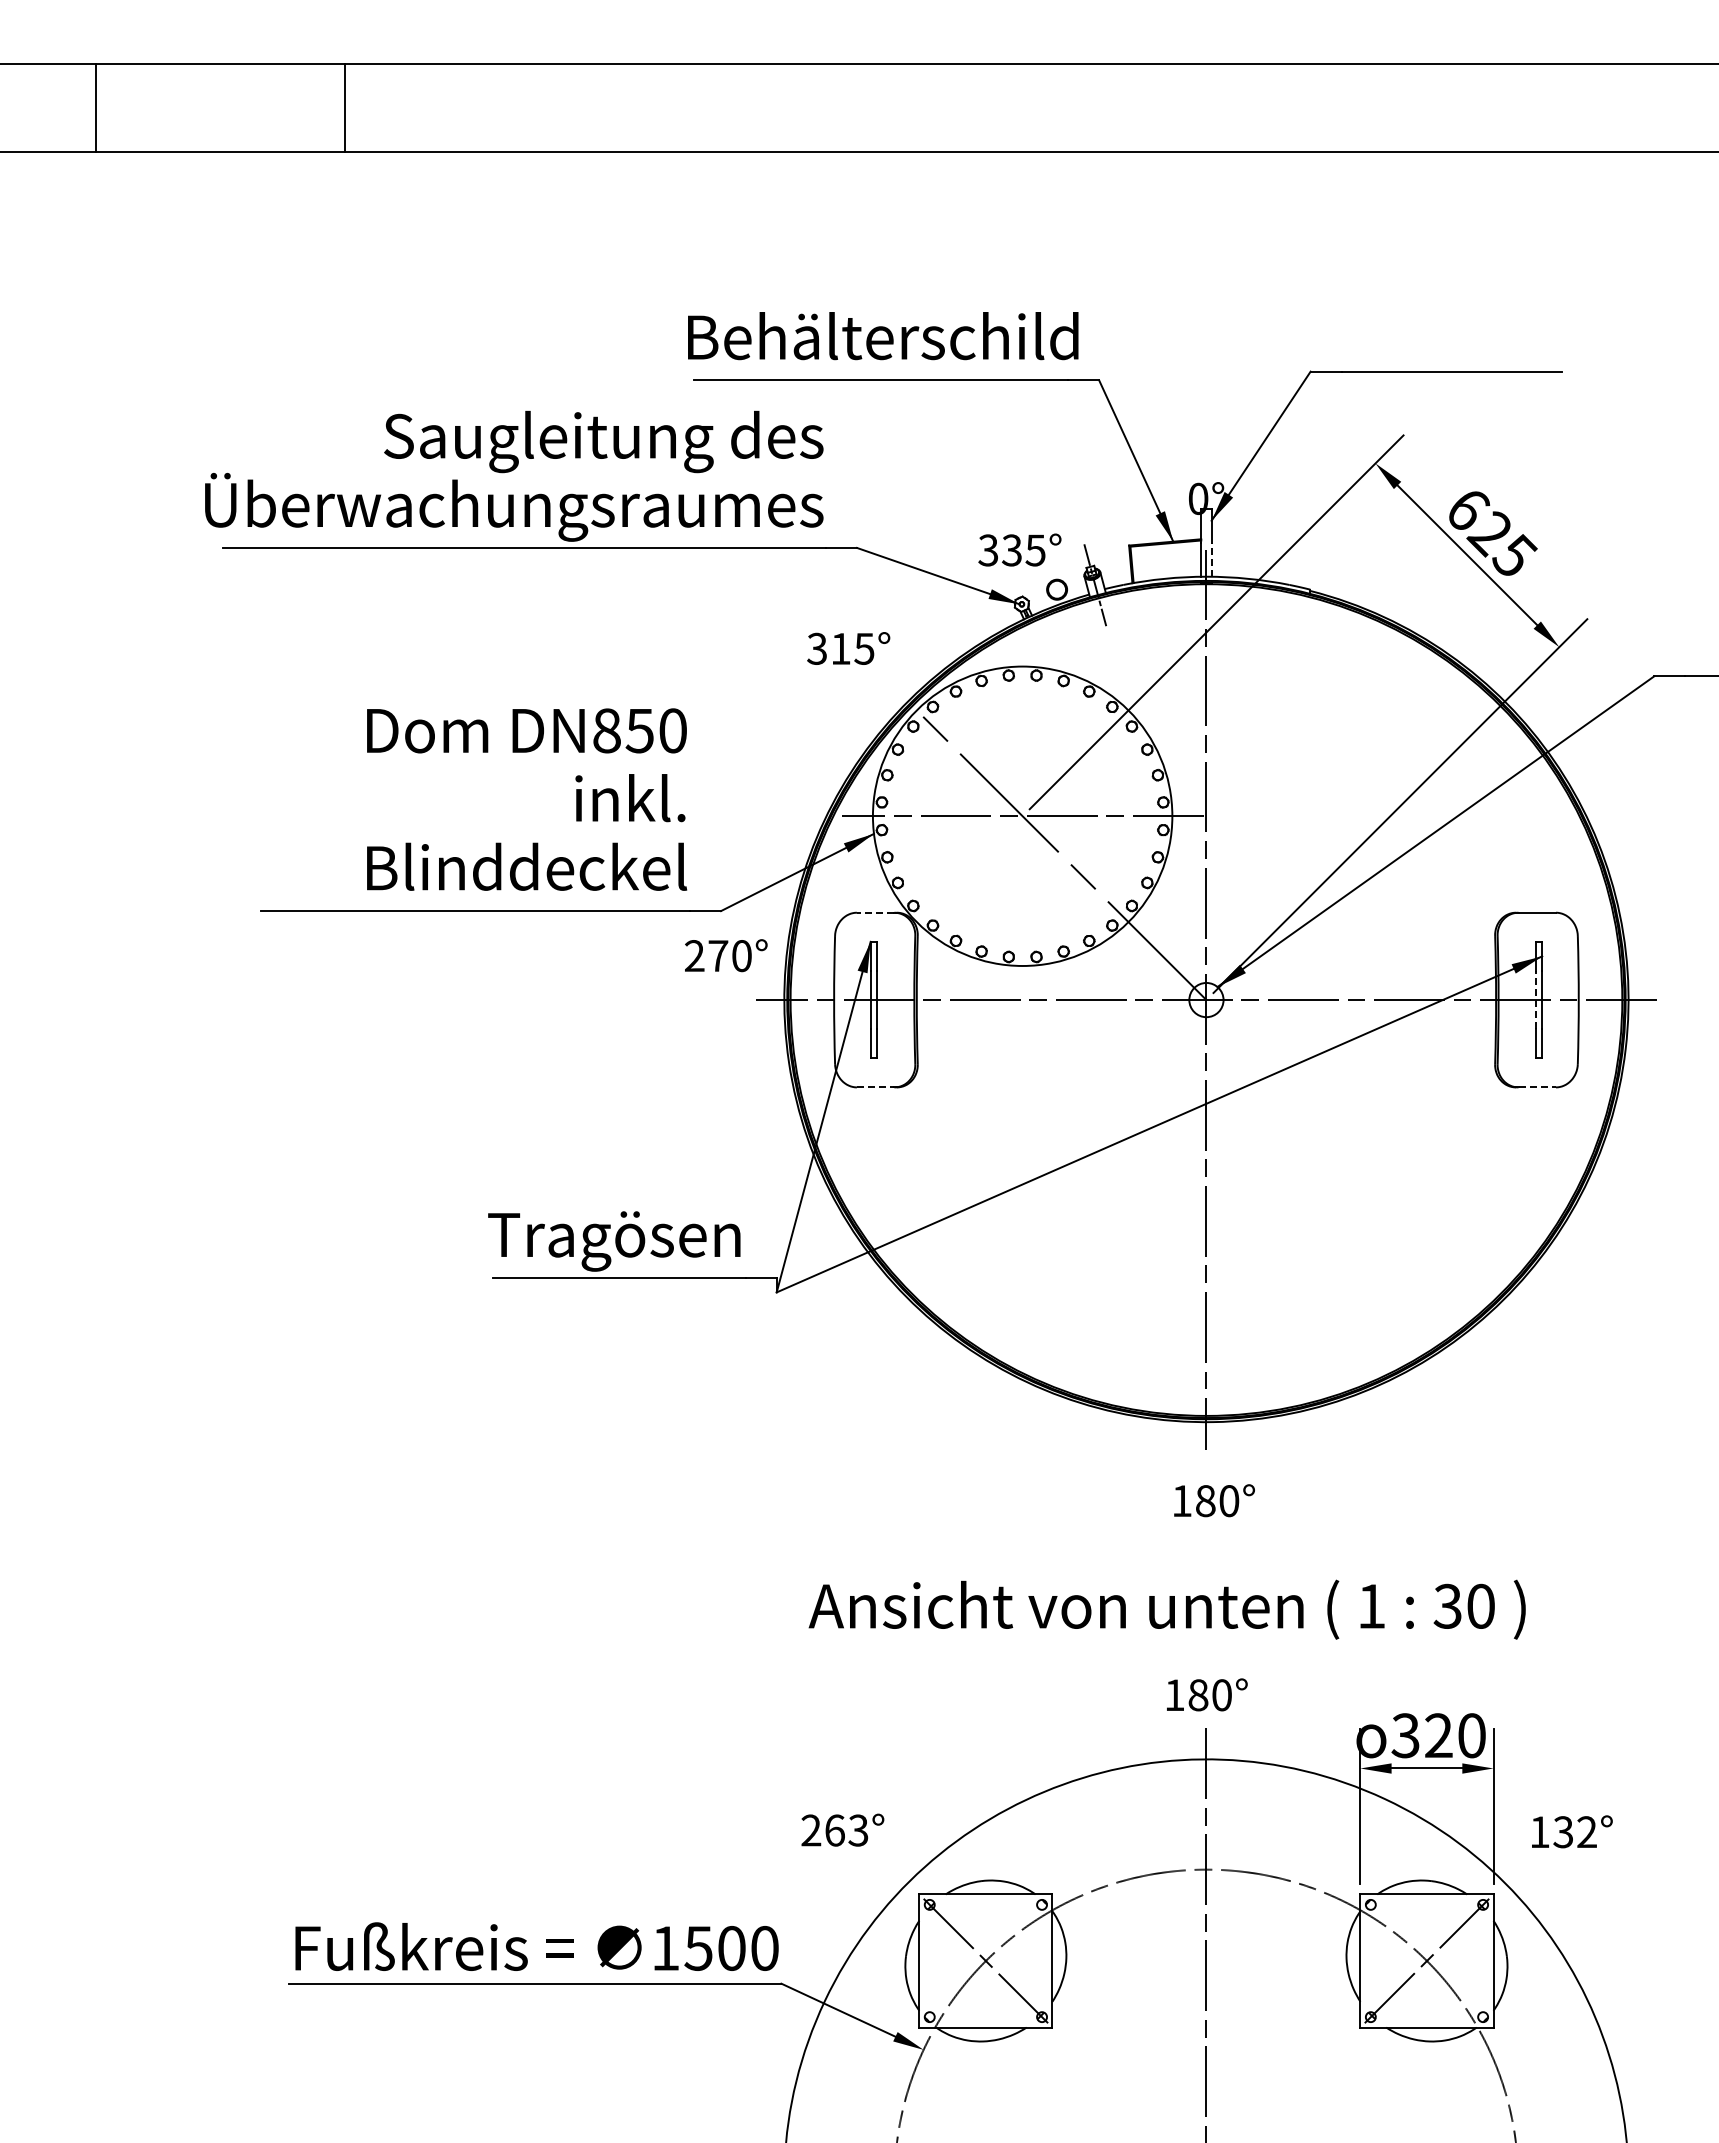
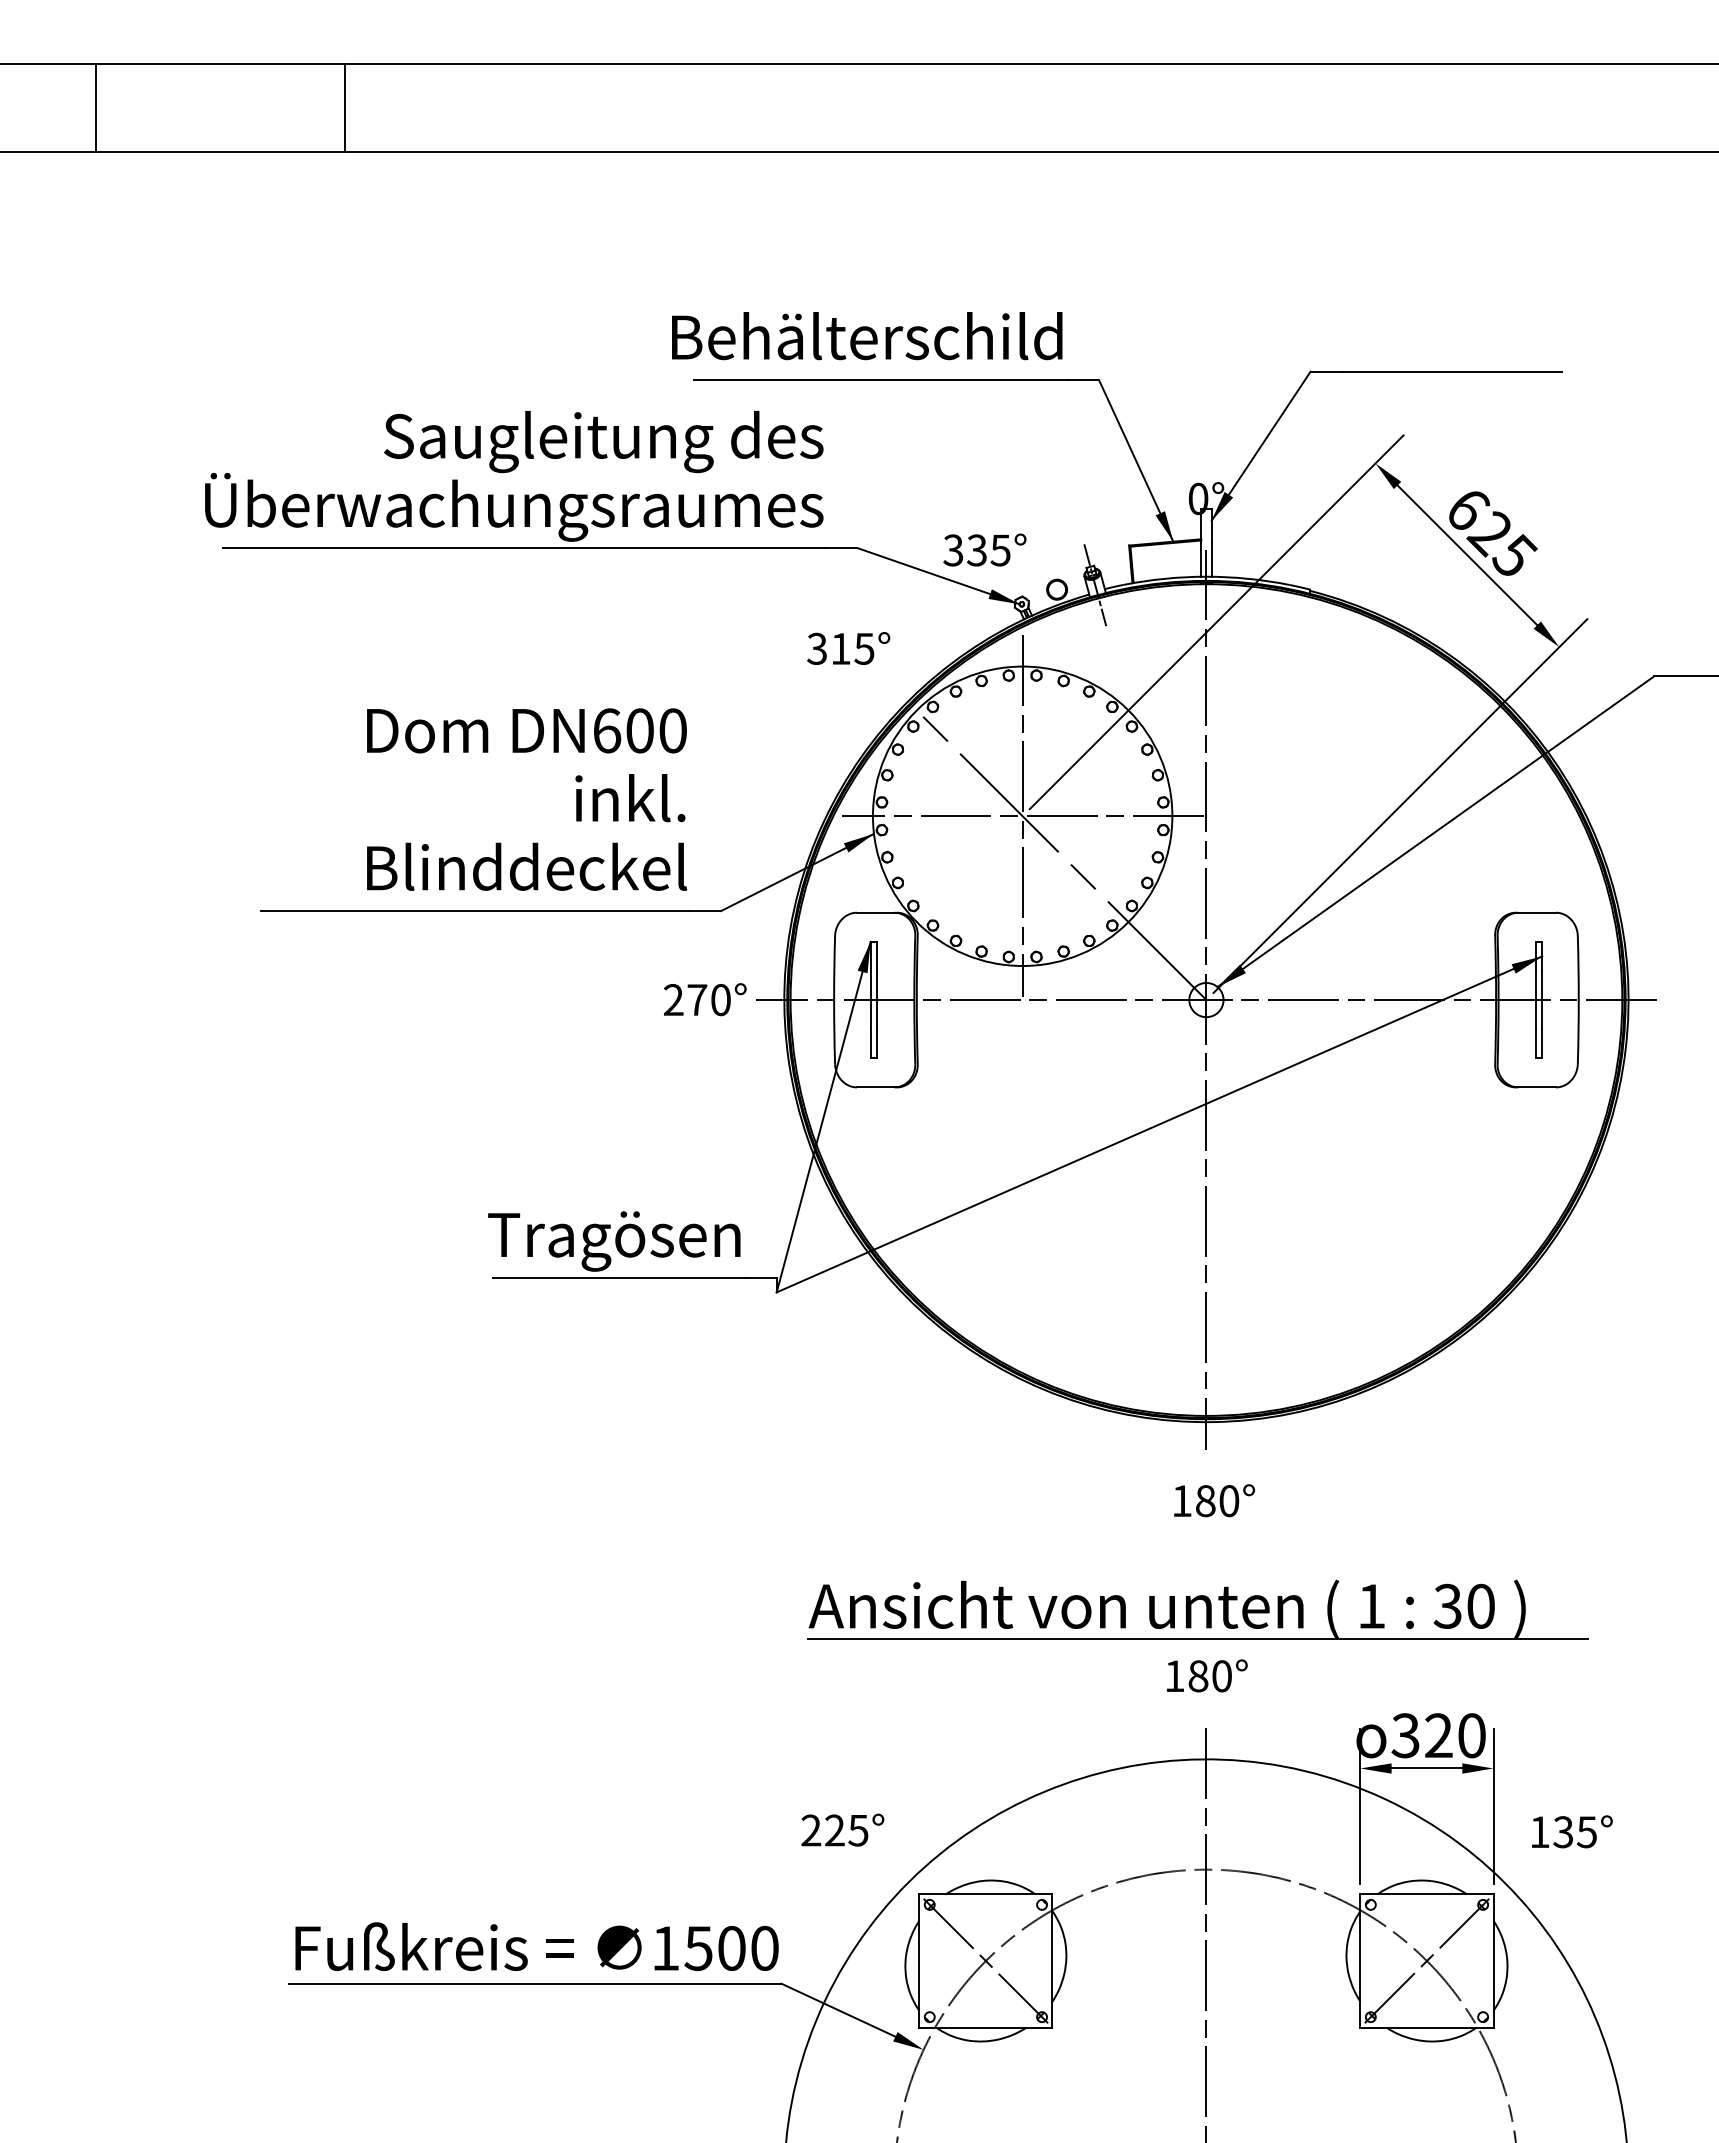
text at (883, 336) position: (883, 336) -> (867, 336)
text at (1019, 549) position: (1019, 549) -> (984, 549)
line at (1211, 559): dashed -> solid
text at (623, 730): DN850 -> DN600
line at (1022, 816): none -> present
line at (875, 912): dashed -> solid
text at (726, 955) position: (726, 955) -> (705, 999)
line at (1536, 999): dashed -> solid
line at (875, 1087): dashed -> solid
line at (1537, 1087): dashed -> solid
line at (1197, 1638): none -> present
text at (1207, 1694) position: (1207, 1694) -> (1207, 1675)
text at (846, 1830): 263° -> 225°
text at (1586, 1832): 132° -> 135°
